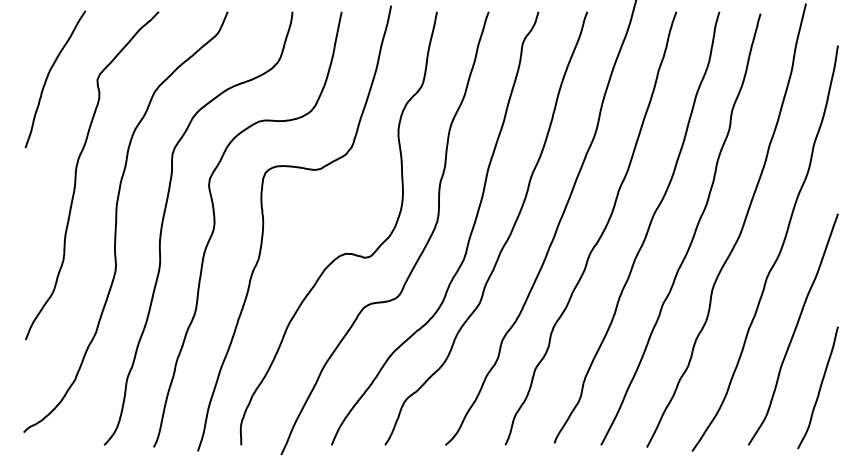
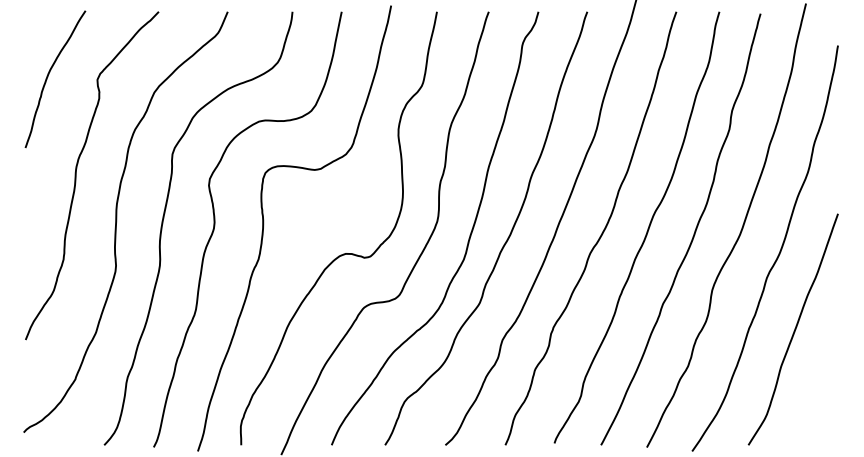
curve at (819, 387): present -> none
